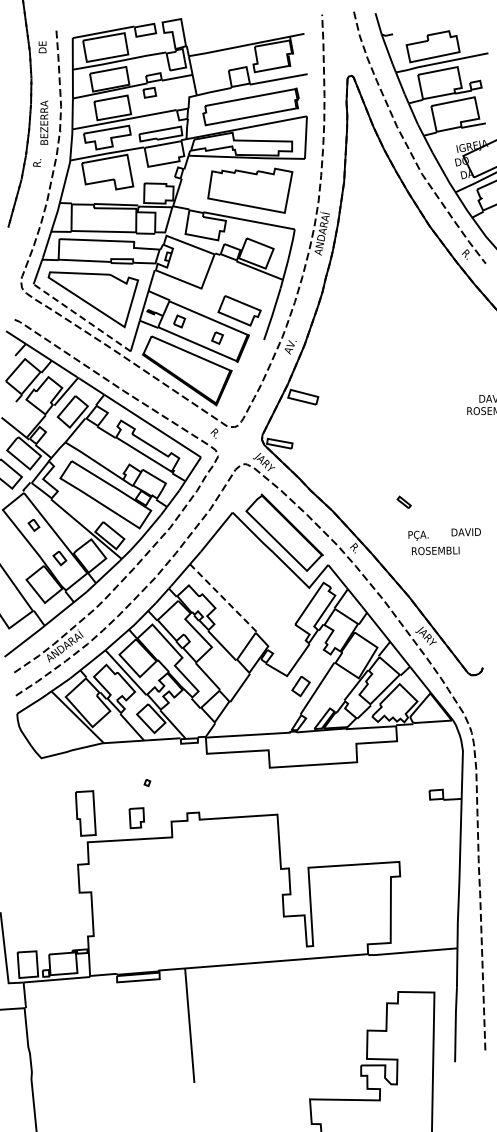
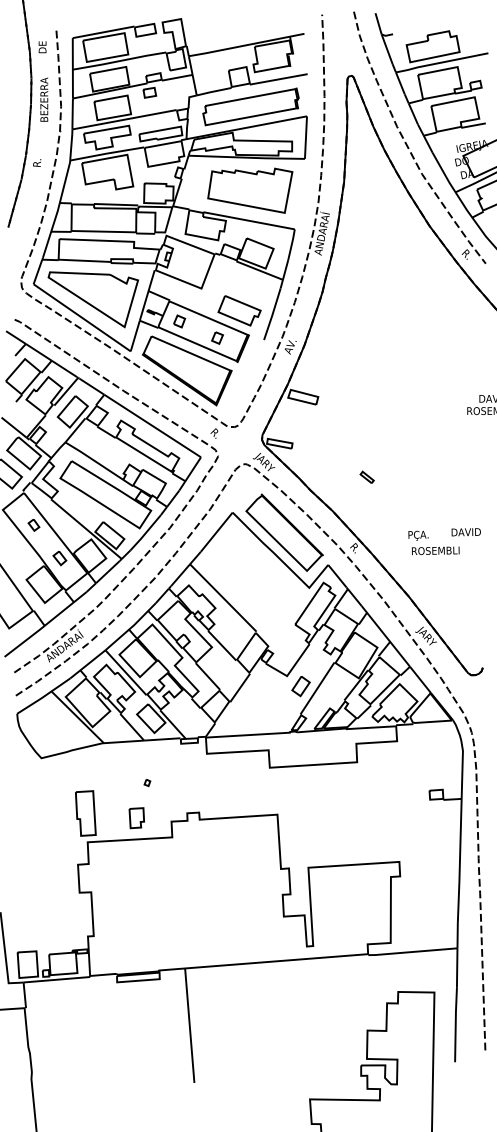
text at (44, 122) position: (44, 122) -> (44, 99)
line at (81, 317): dashed -> solid
part at (403, 501) position: (403, 501) -> (366, 476)
line at (222, 597): dashed -> solid
